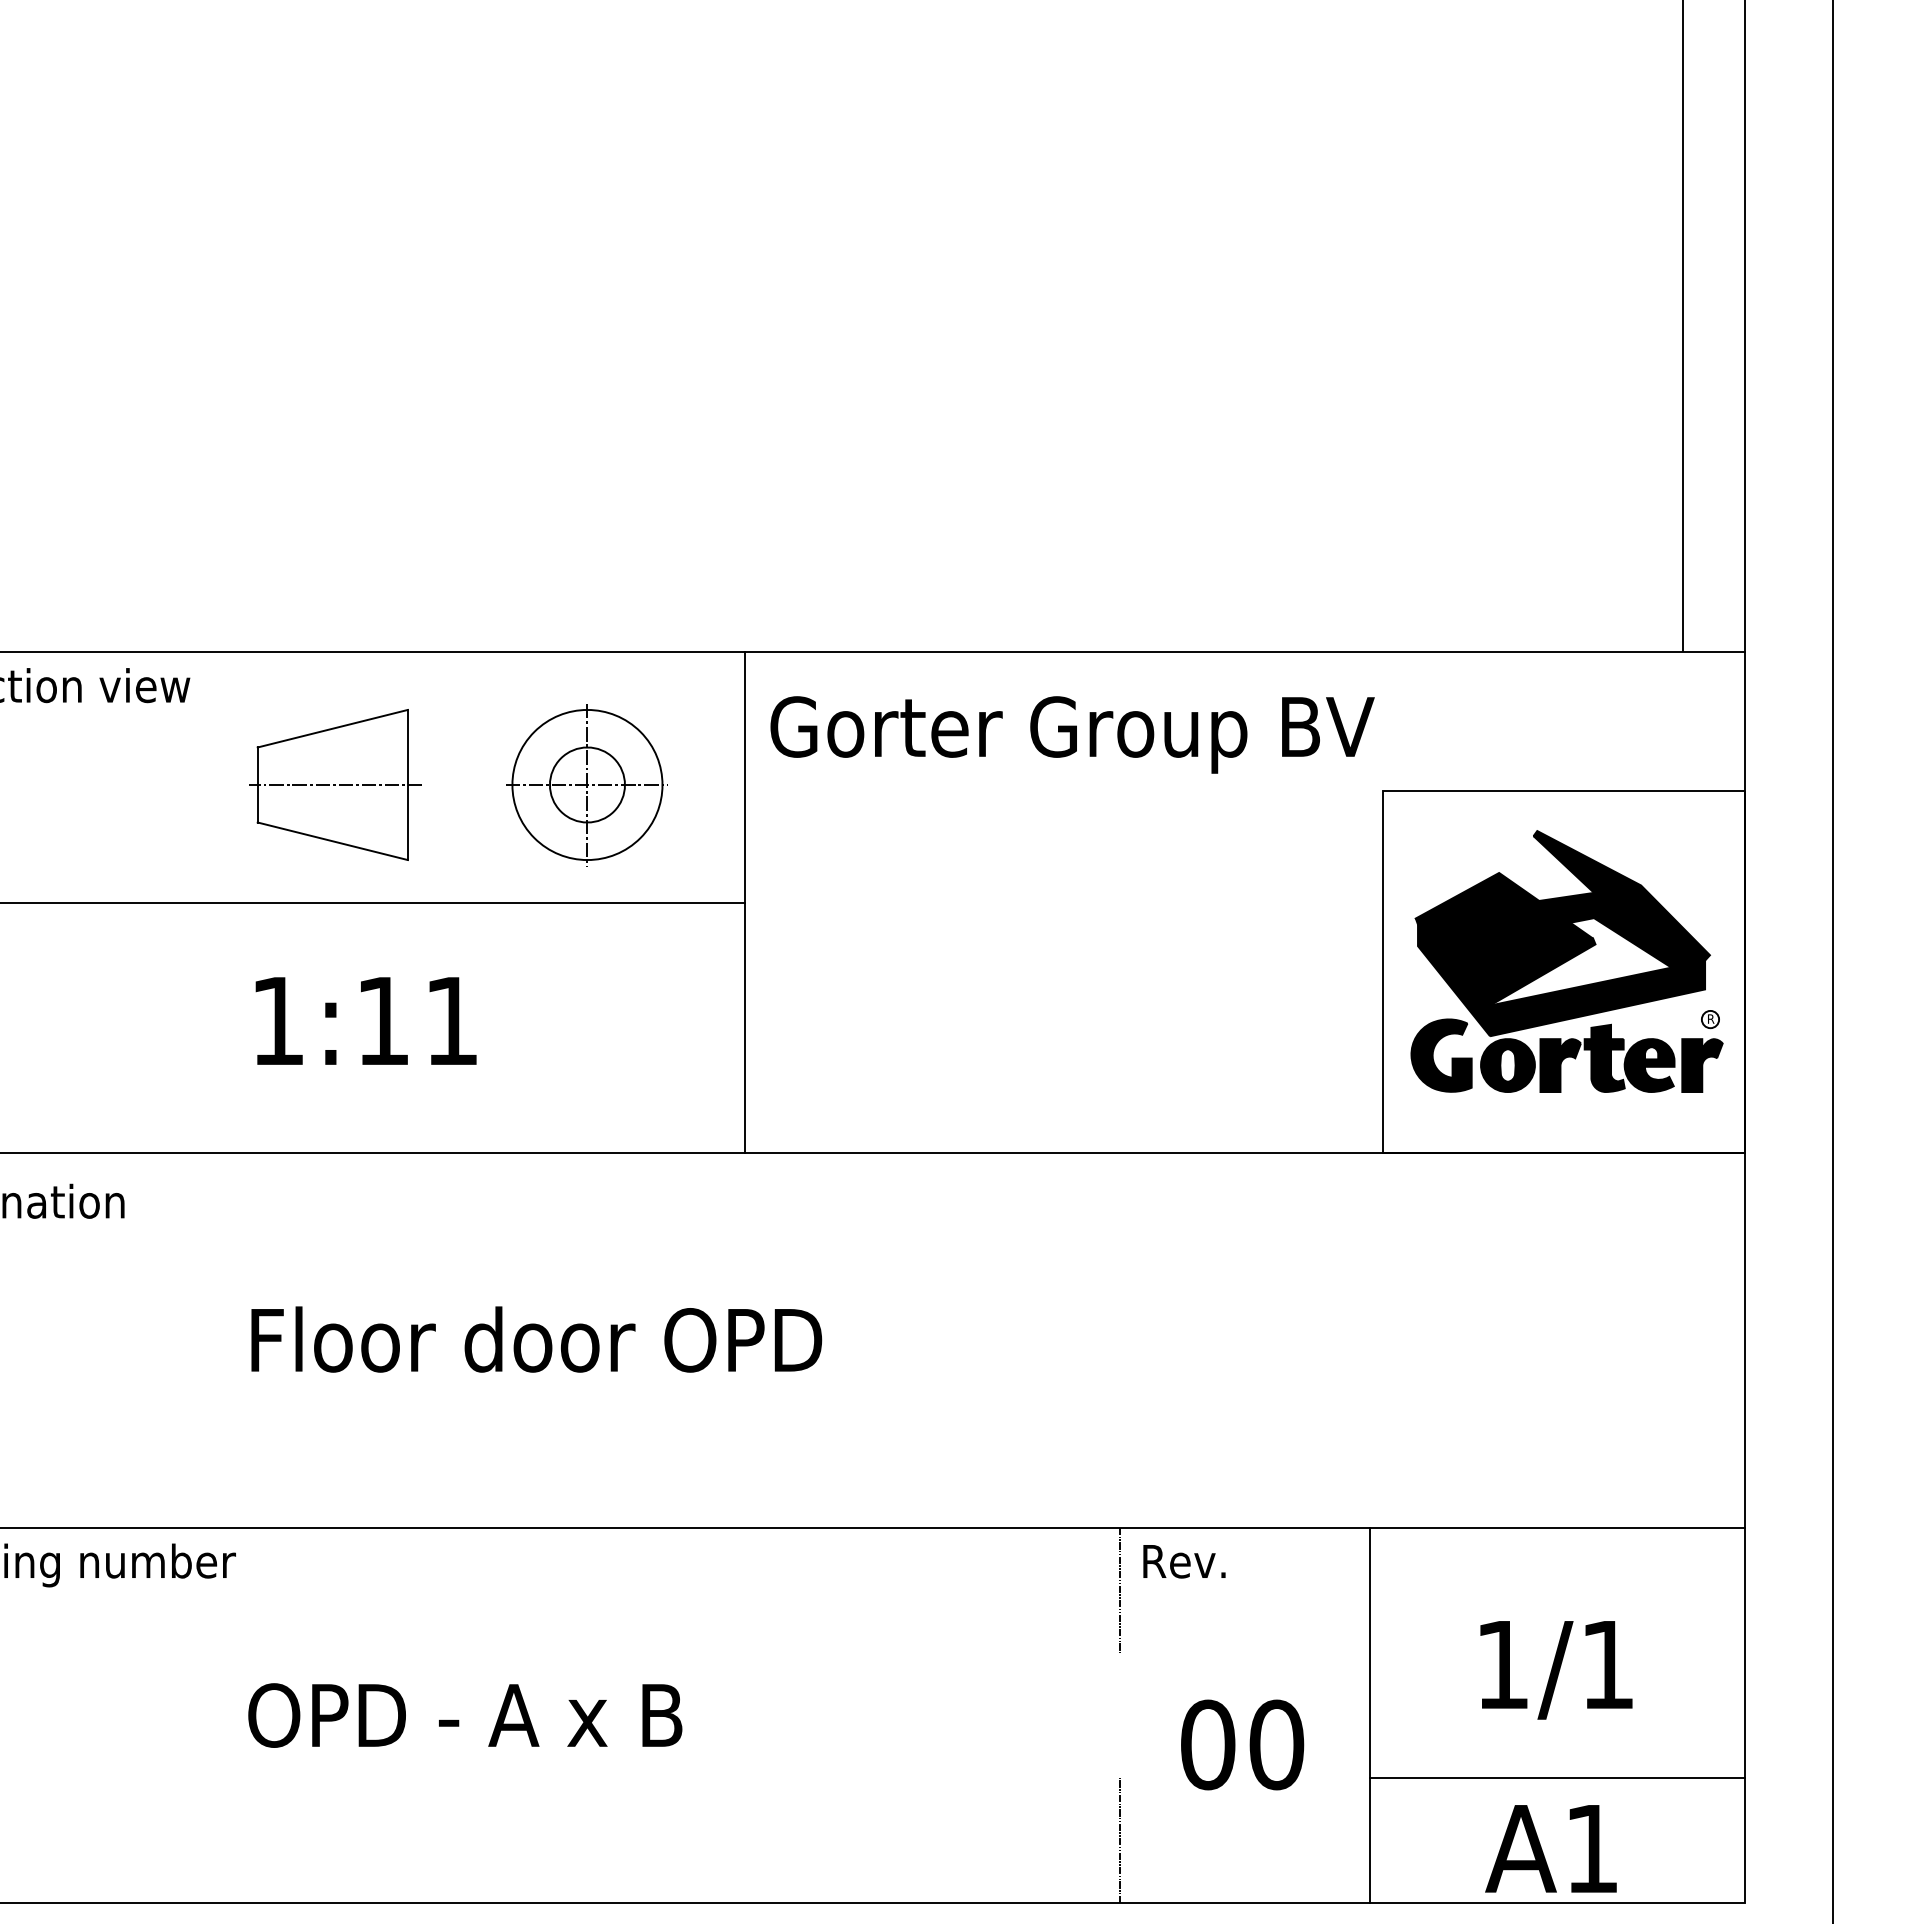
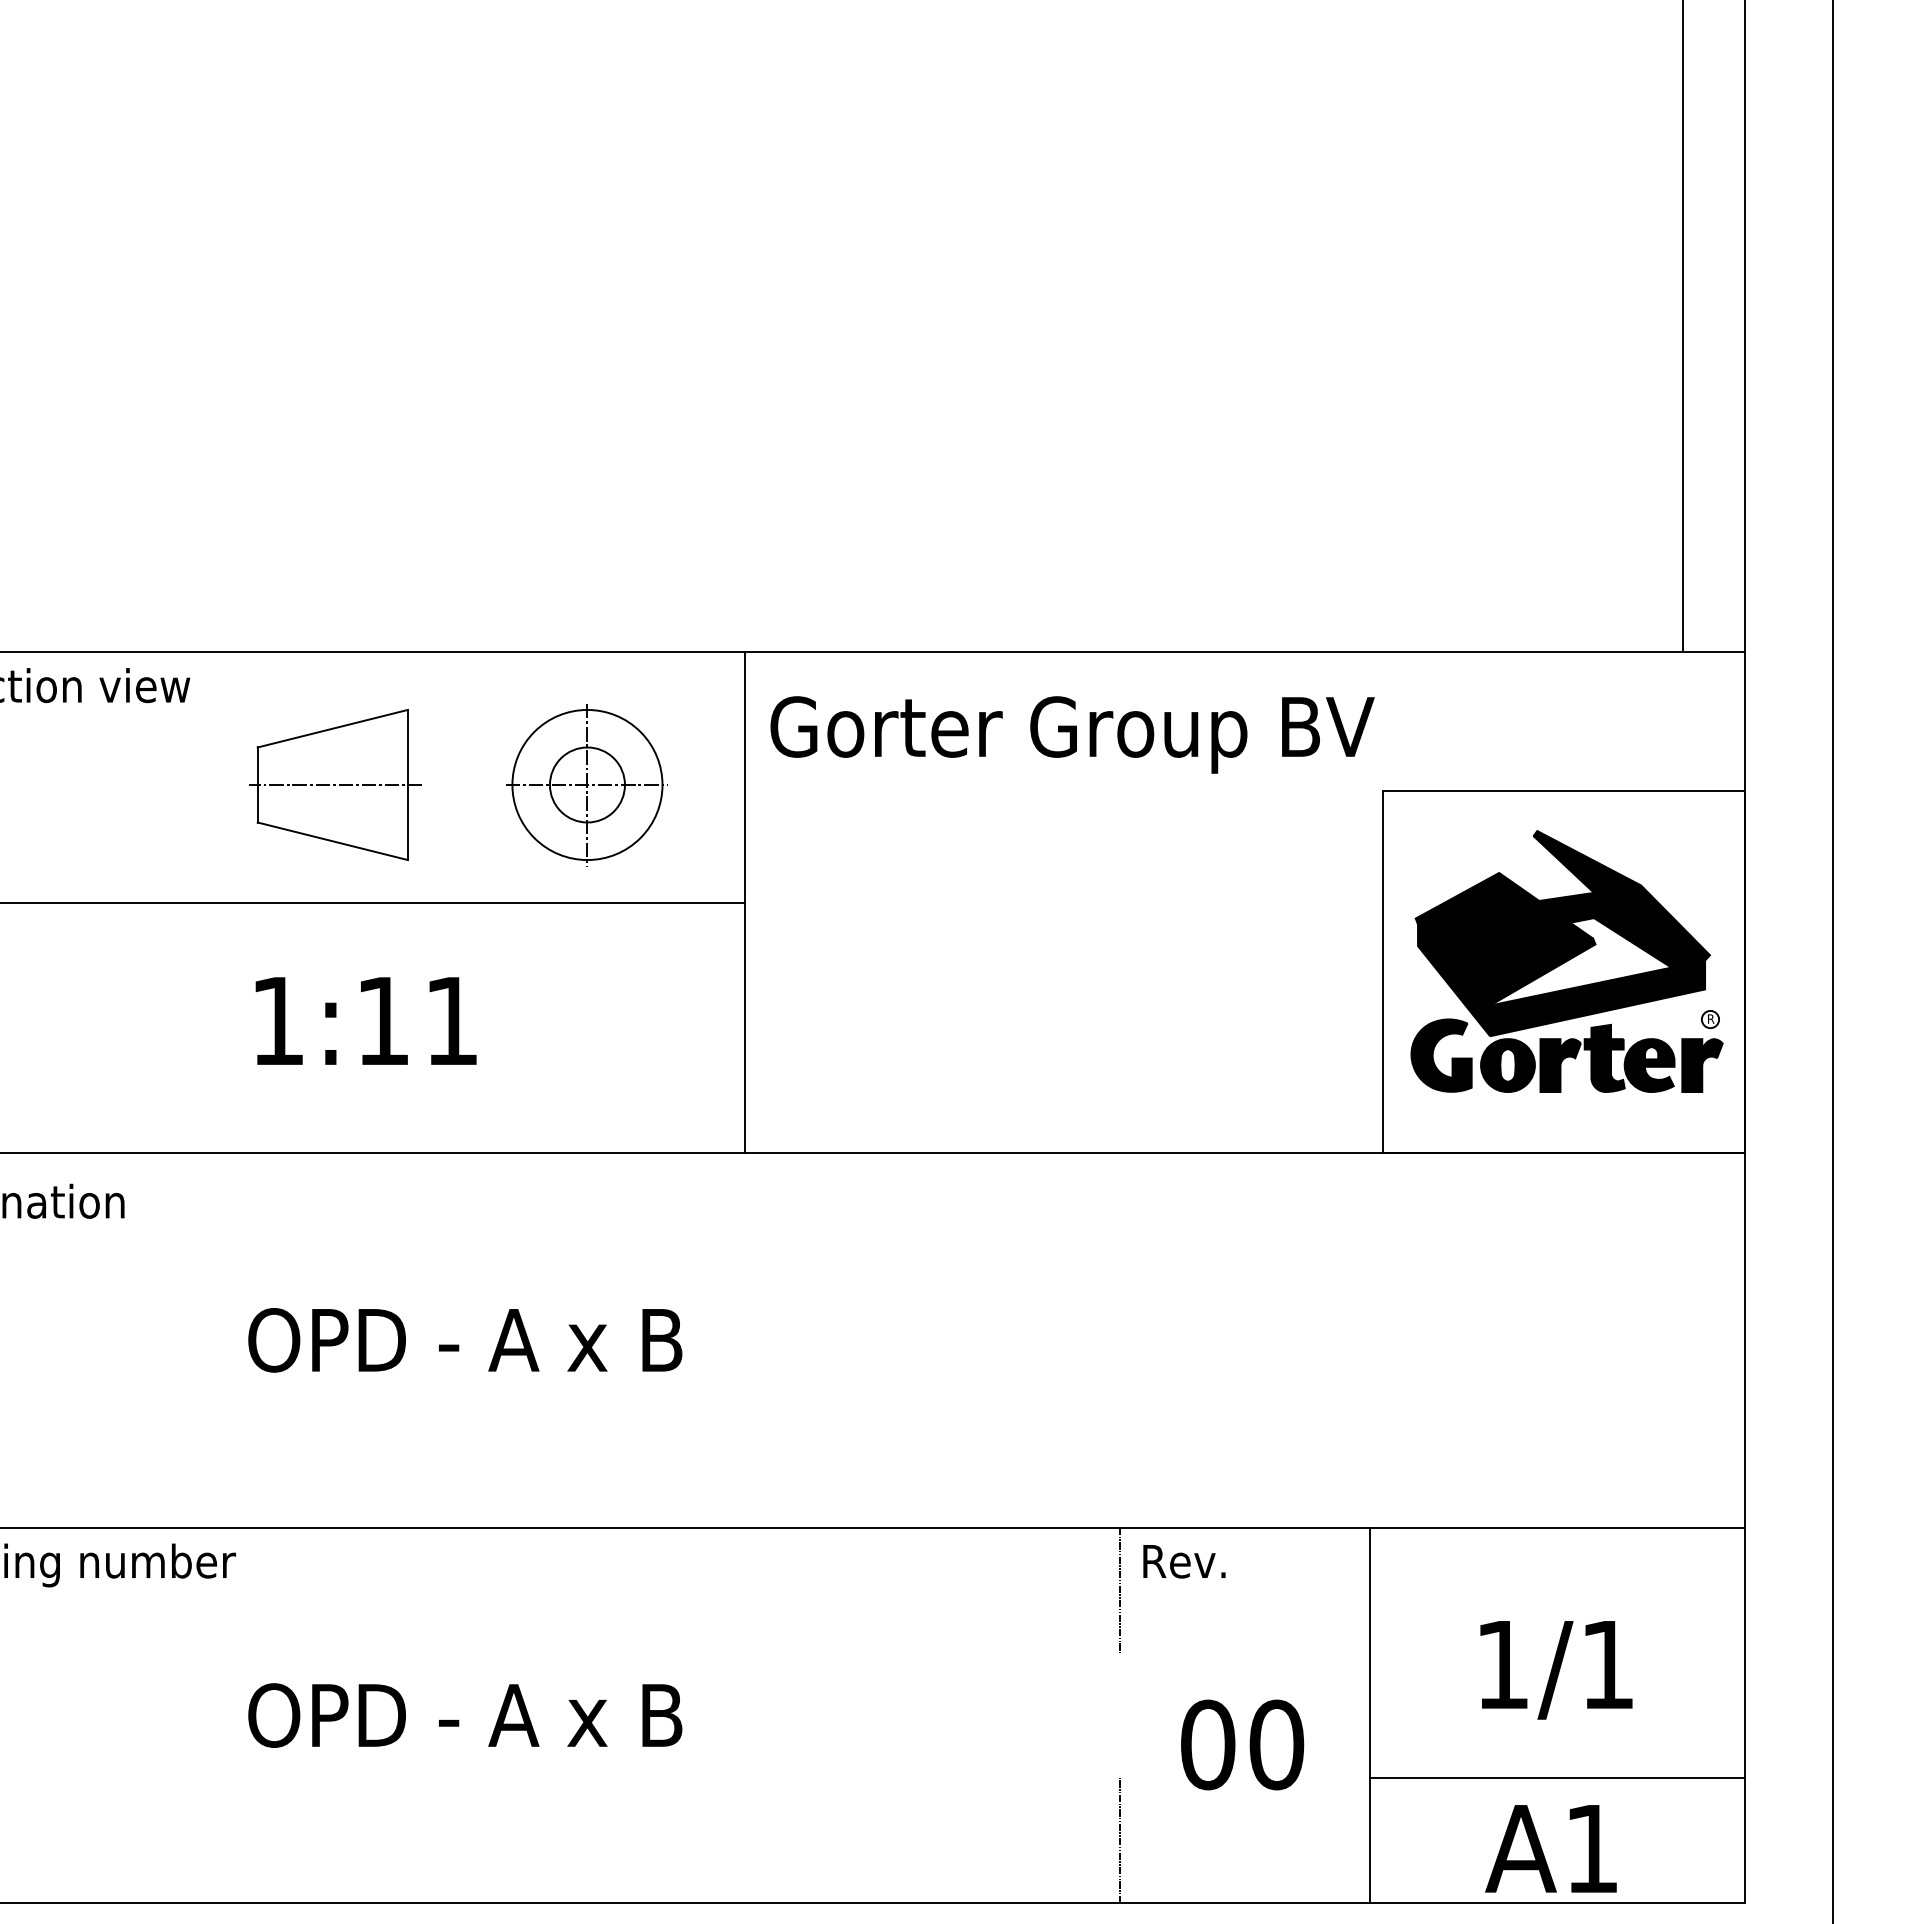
text at (535, 1339): Floor door OPD -> OPD - A x B
